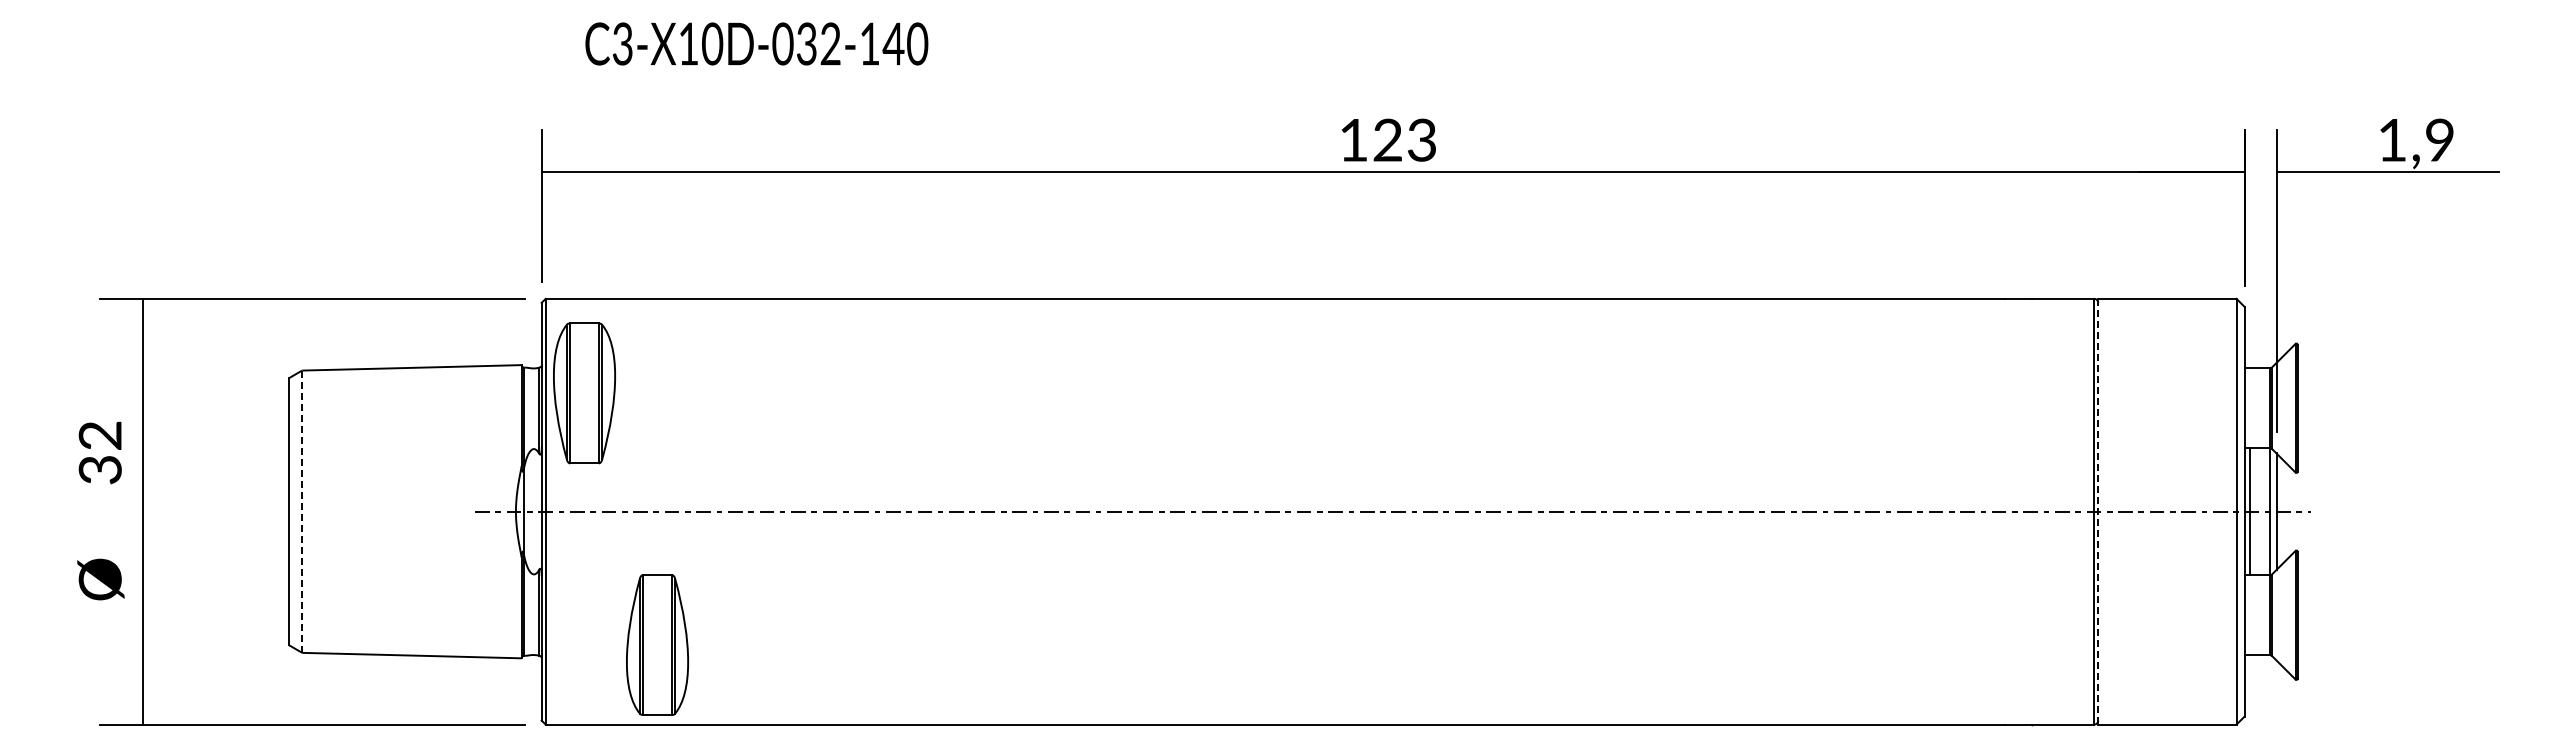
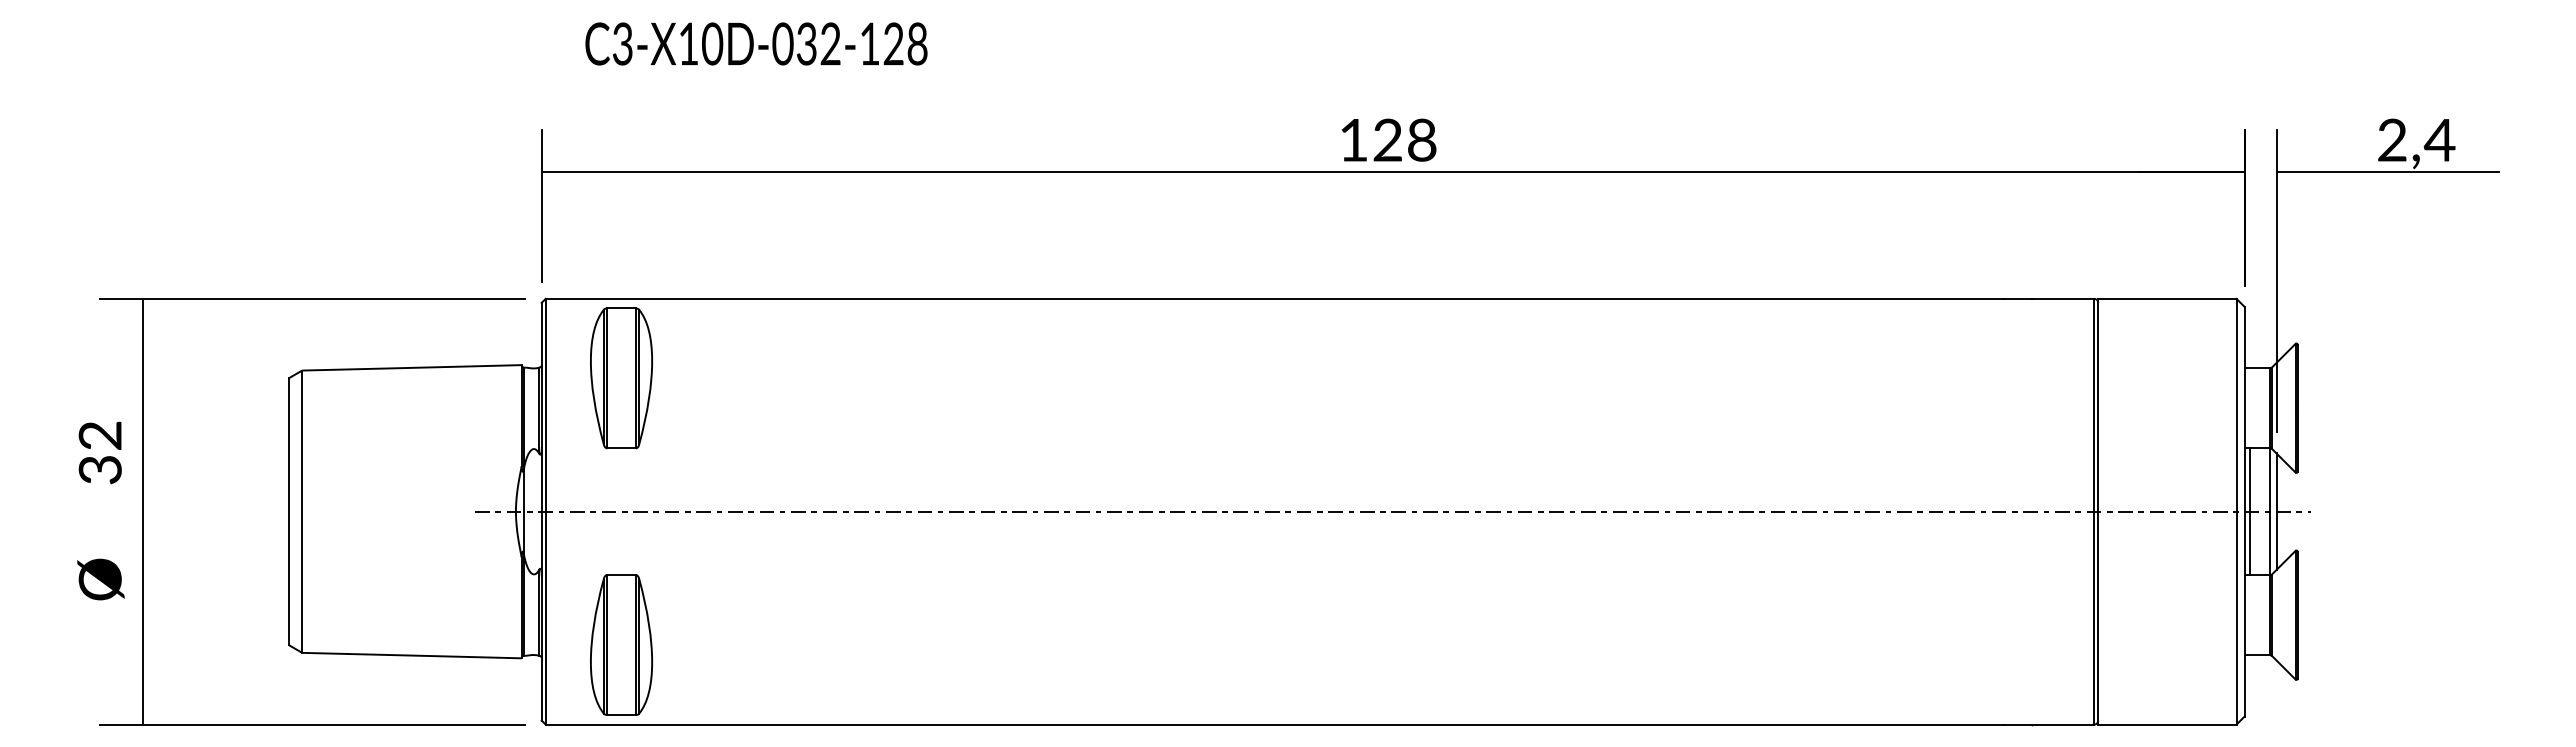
text at (905, 43): C3-X10D-032-140 -> C3-X10D-032-128
text at (2416, 139): 1,9 -> 2,4
text at (1422, 140): 123 -> 128
part at (584, 393) position: (584, 393) -> (621, 378)
line at (2098, 511): dashed -> solid
line at (302, 512): dashed -> solid
part at (657, 644) position: (657, 644) -> (621, 644)
